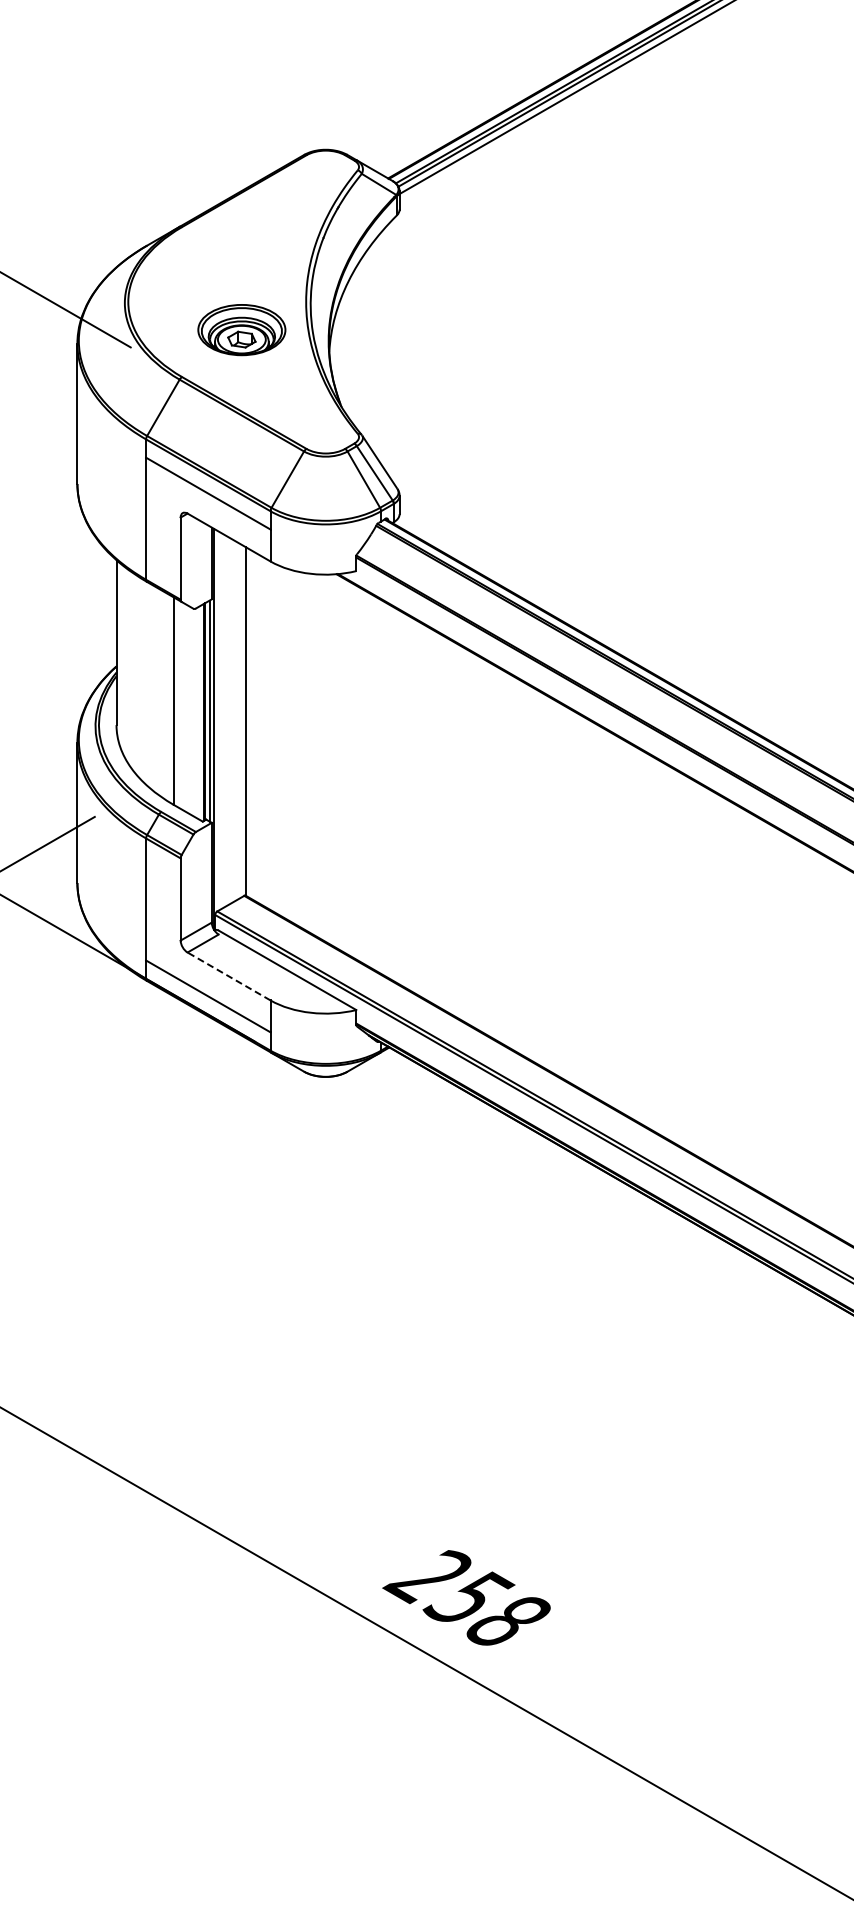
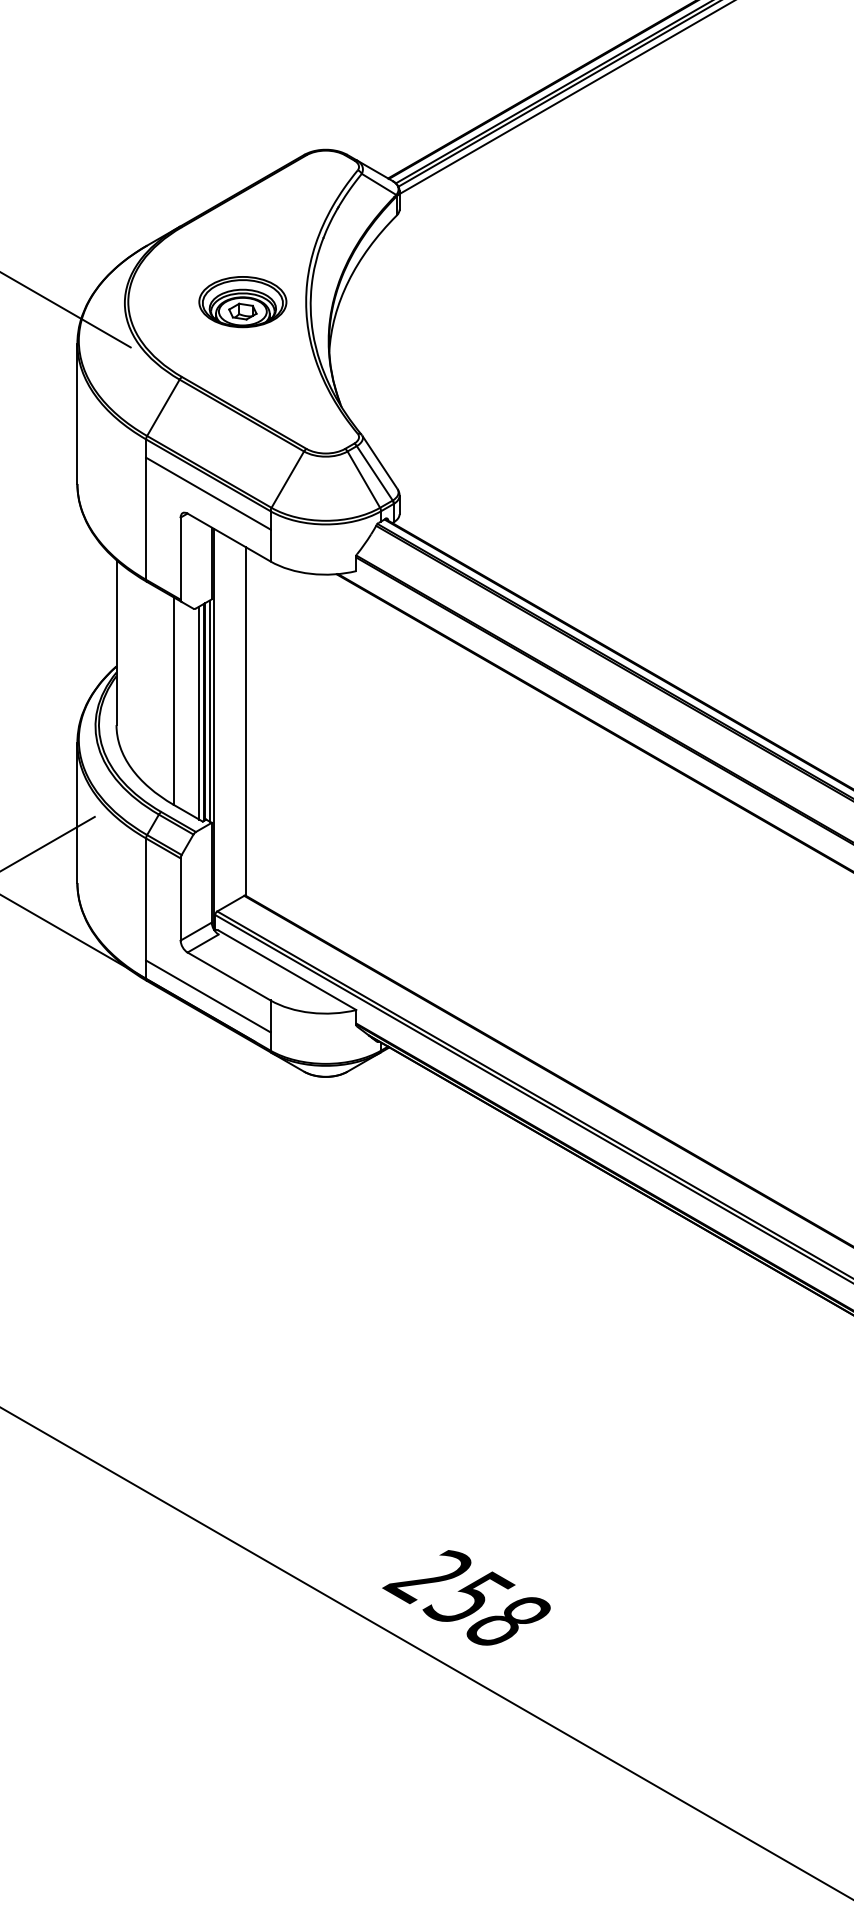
part at (241, 330) position: (241, 330) -> (242, 302)
line at (199, 712): none -> present
line at (229, 976): dashed -> solid
